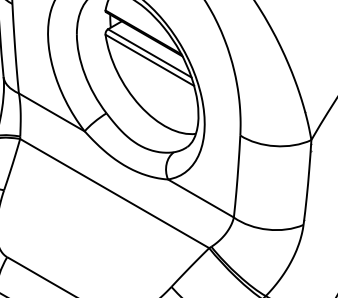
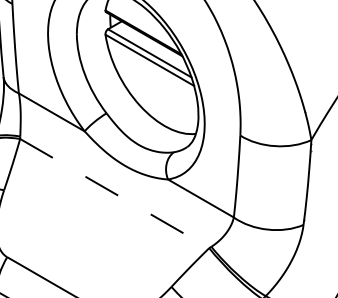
line at (115, 193): solid -> dashed
